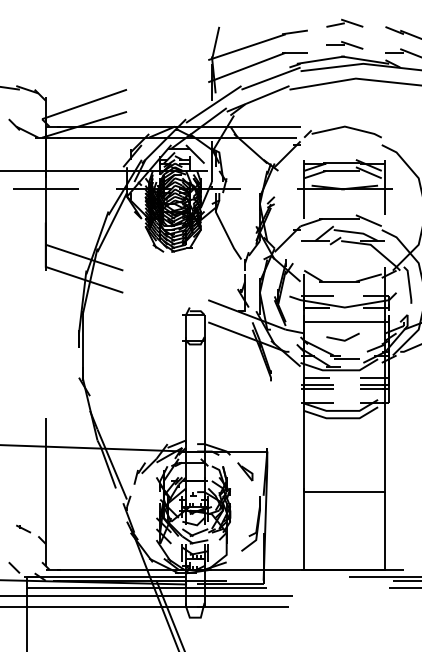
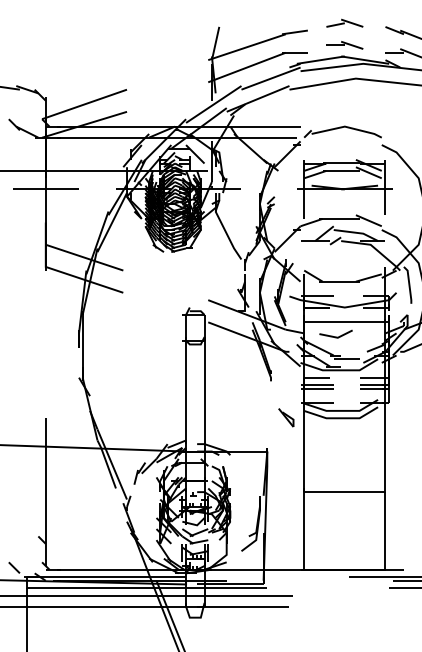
line at (342, 339) position: (342, 339) -> (335, 336)
part at (245, 471) position: (245, 471) -> (286, 417)
line at (23, 528): present -> none
